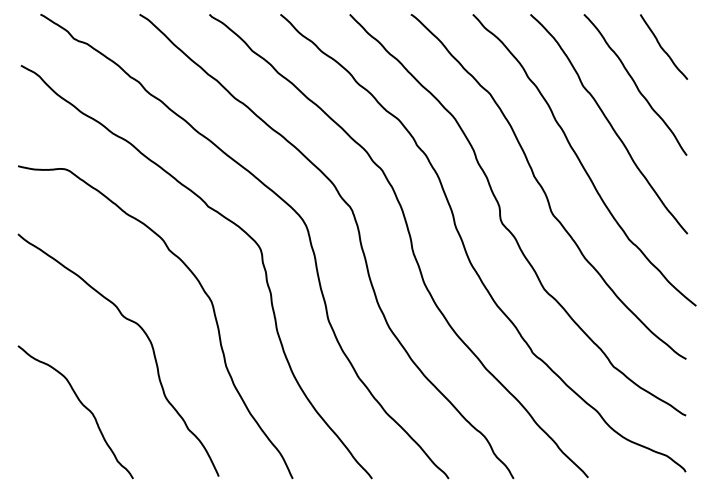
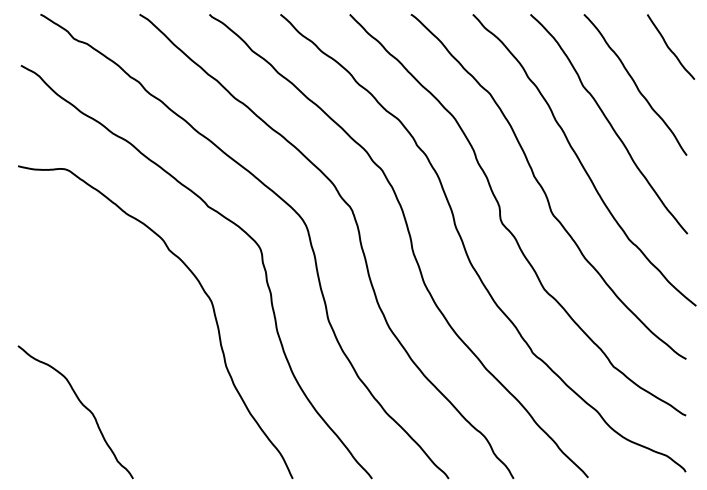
curve at (662, 47) position: (662, 47) -> (669, 47)
curve at (145, 335): present -> none
